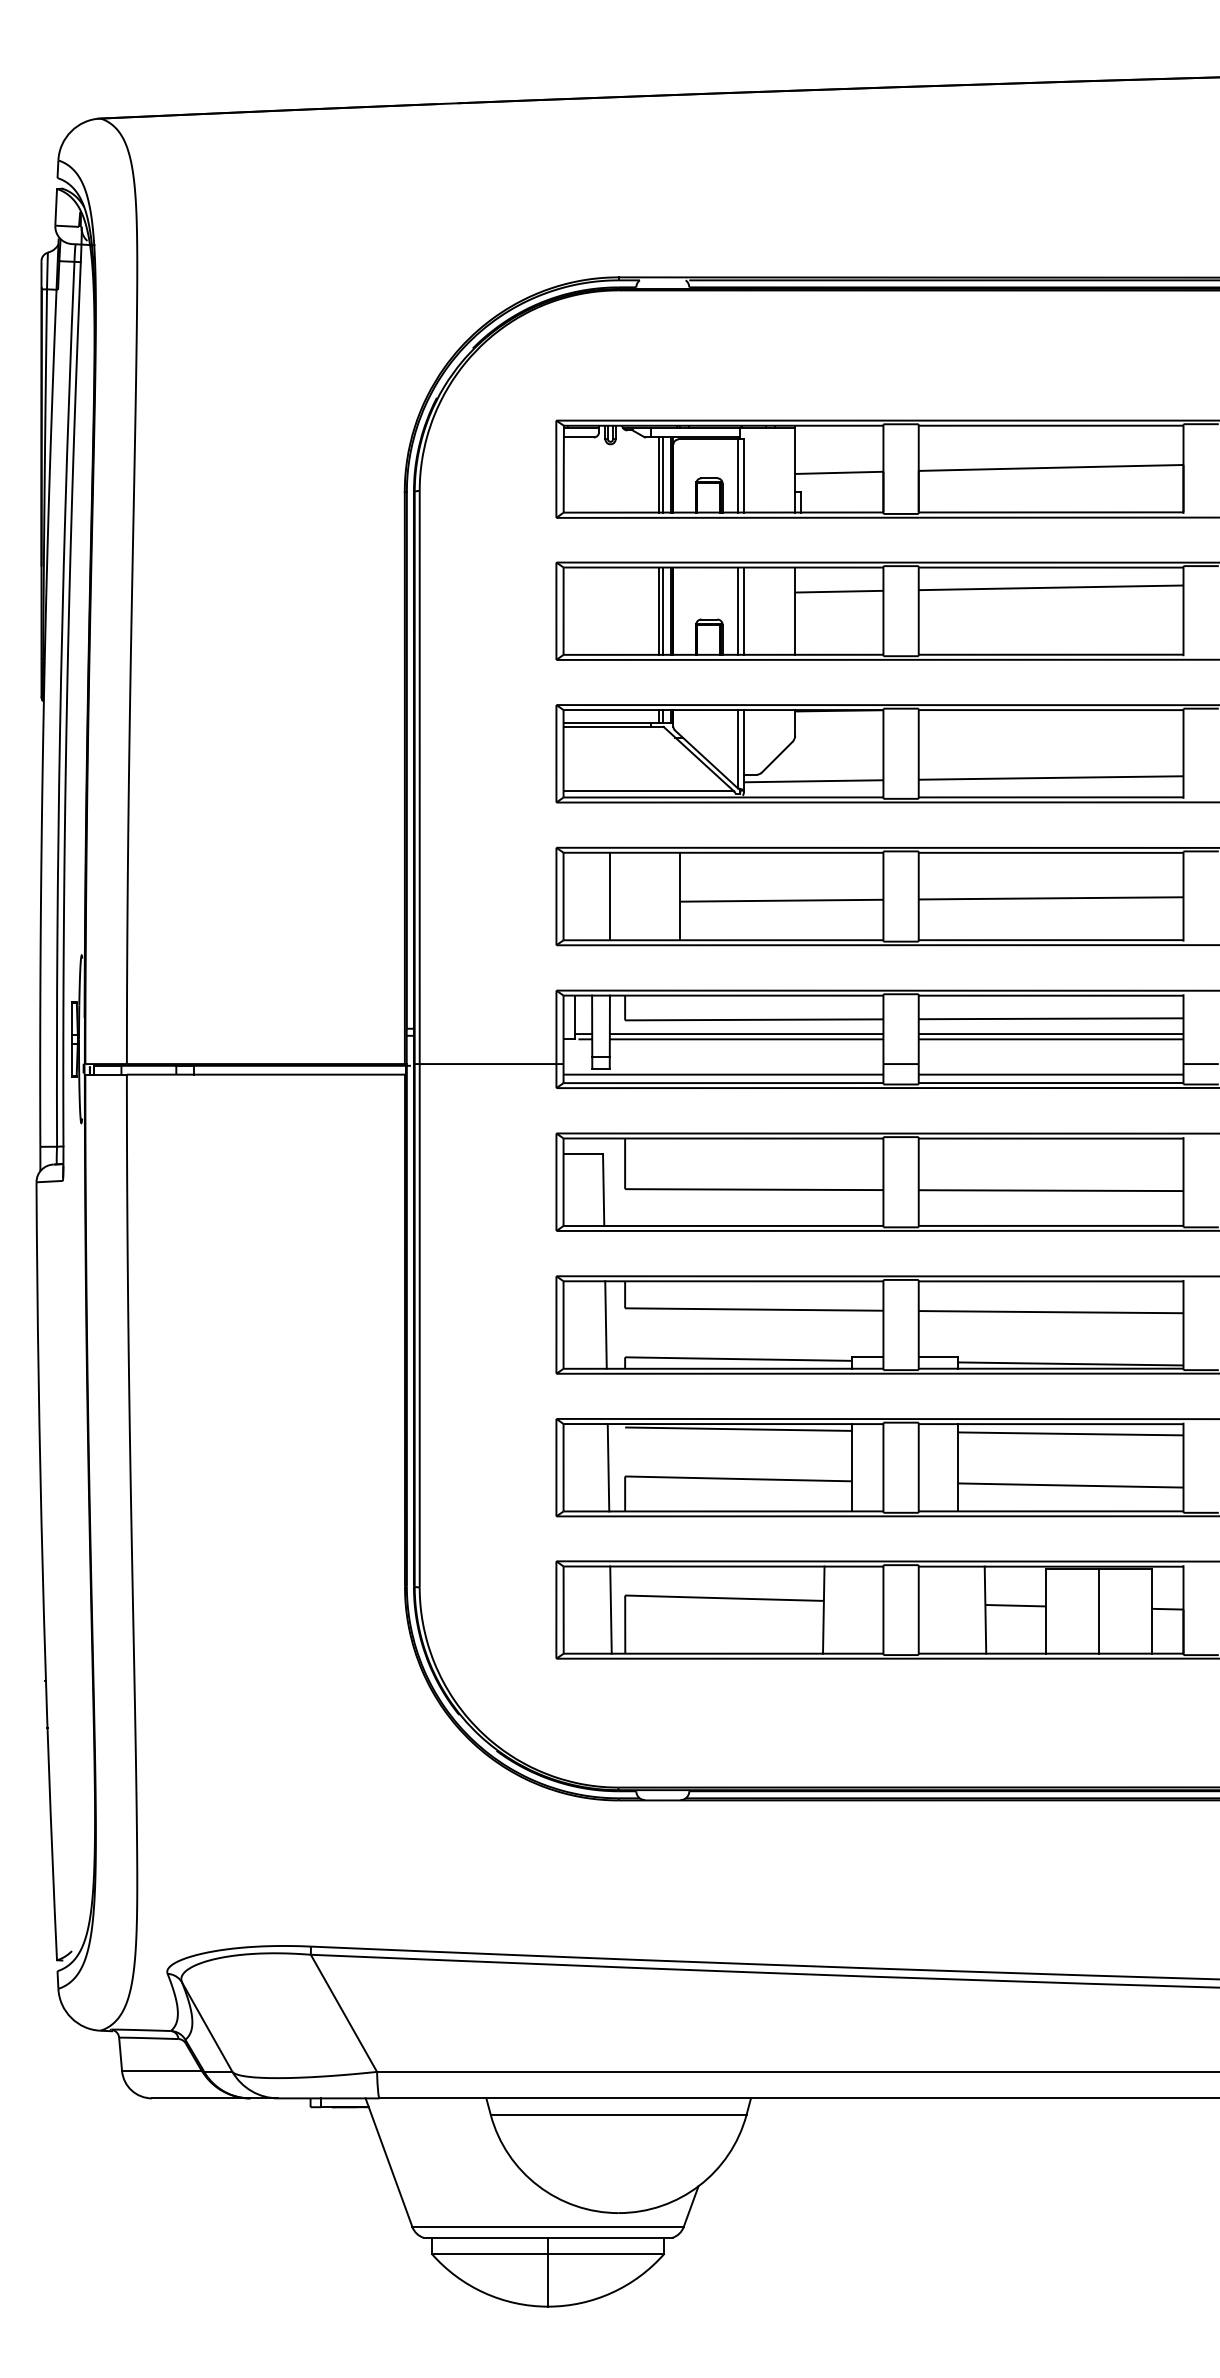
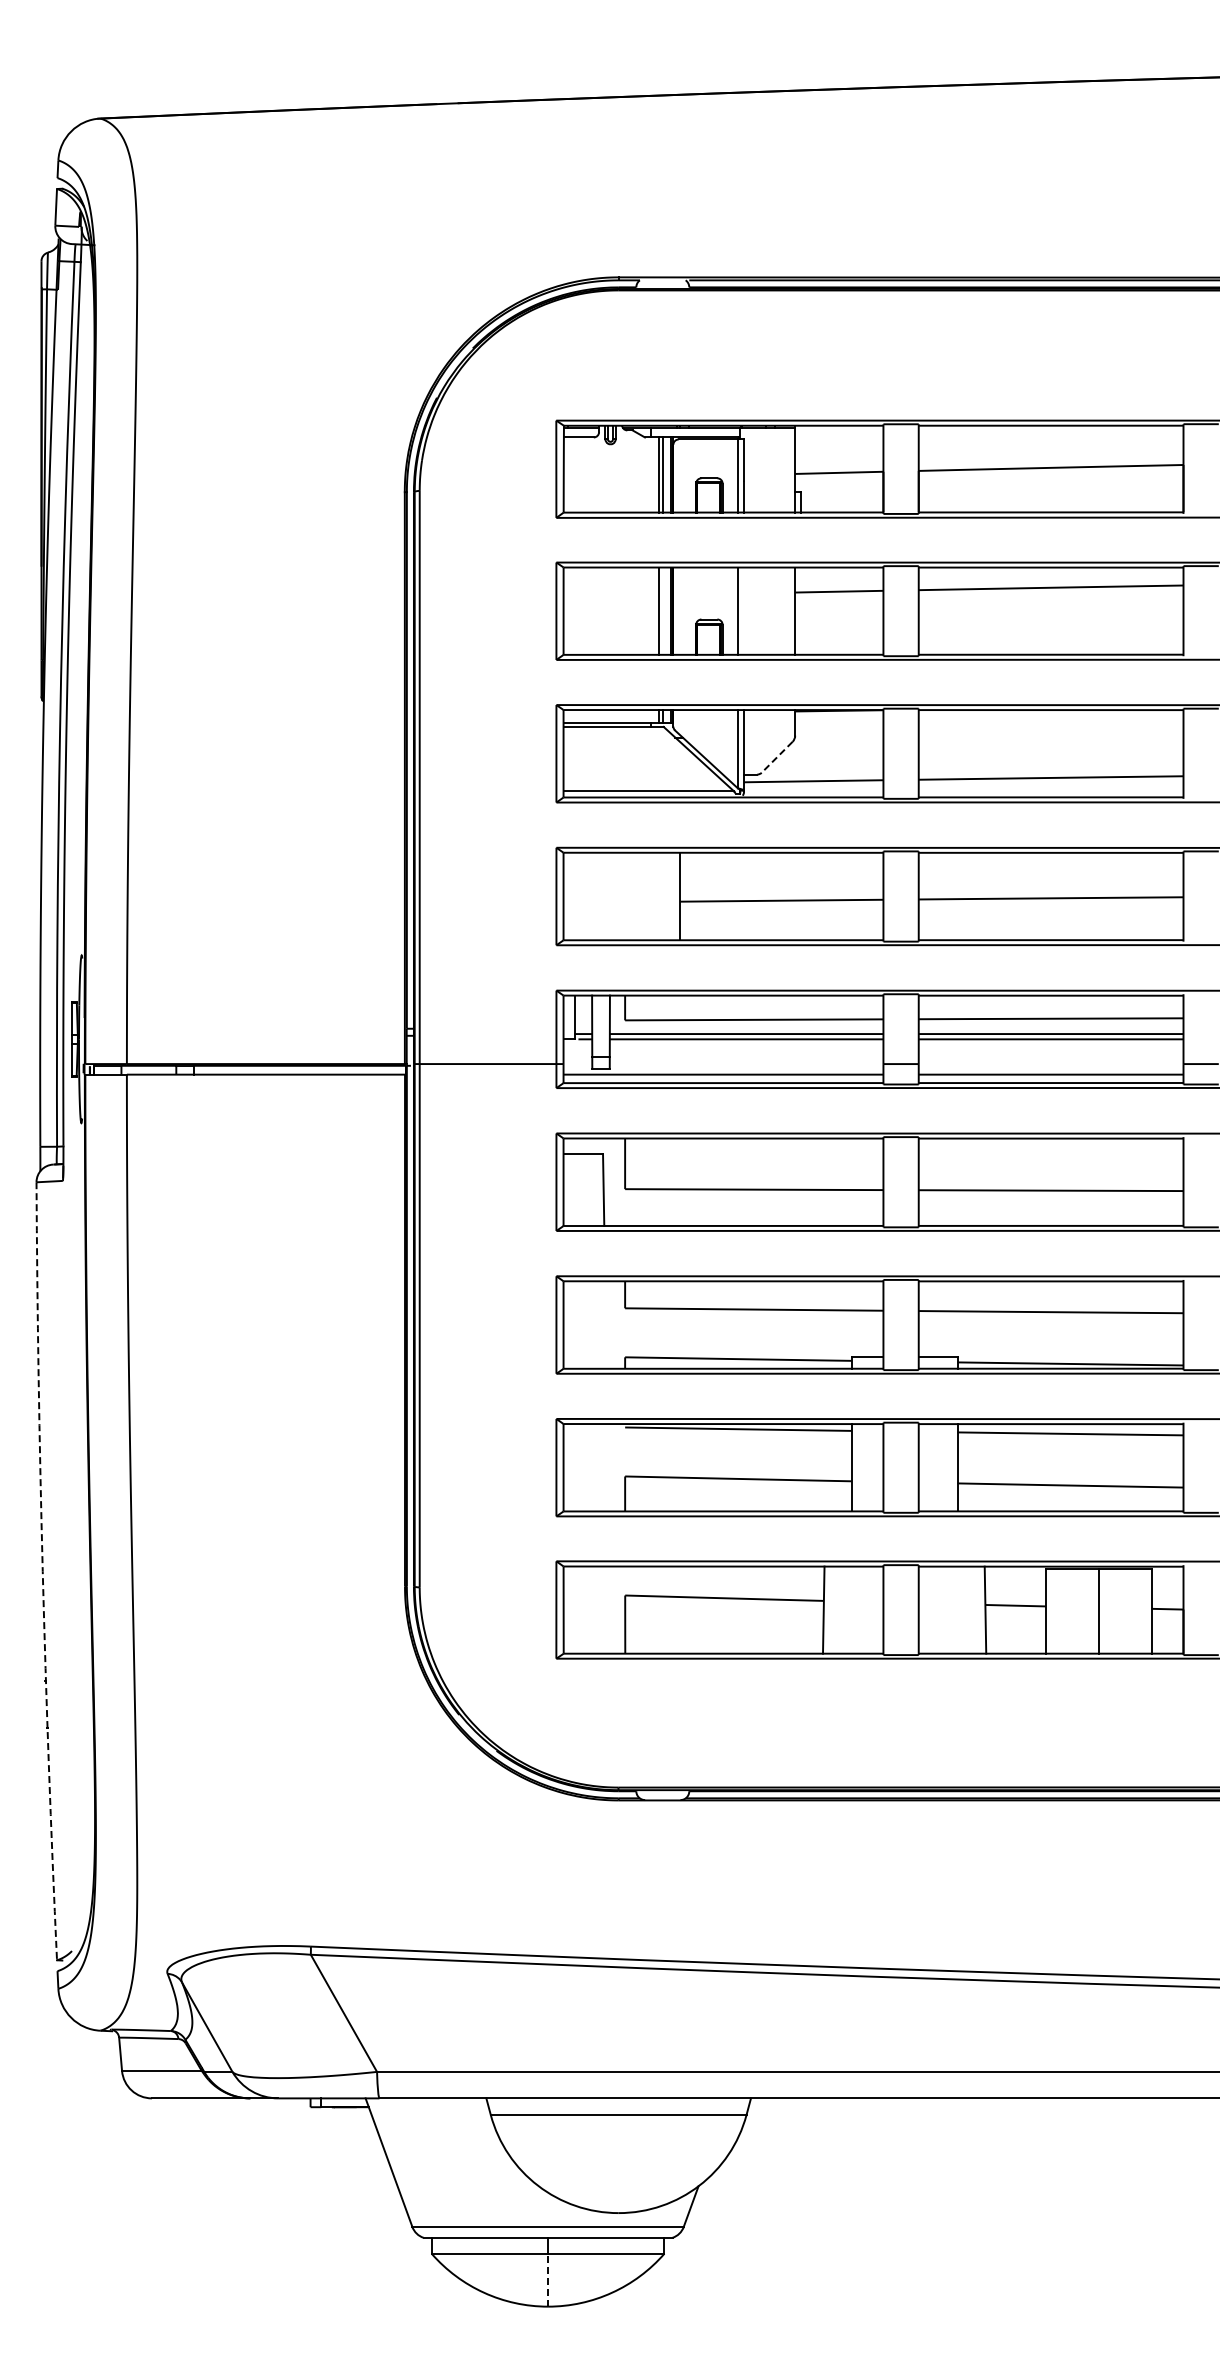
line at (662, 610): present -> none
line at (744, 610): present -> none
line at (777, 757): solid -> dashed
line at (609, 896): present -> none
line at (605, 1324): present -> none
line at (608, 1467): present -> none
arc at (42, 1571): solid -> dashed
line at (610, 1609): present -> none
line at (548, 2279): solid -> dashed
